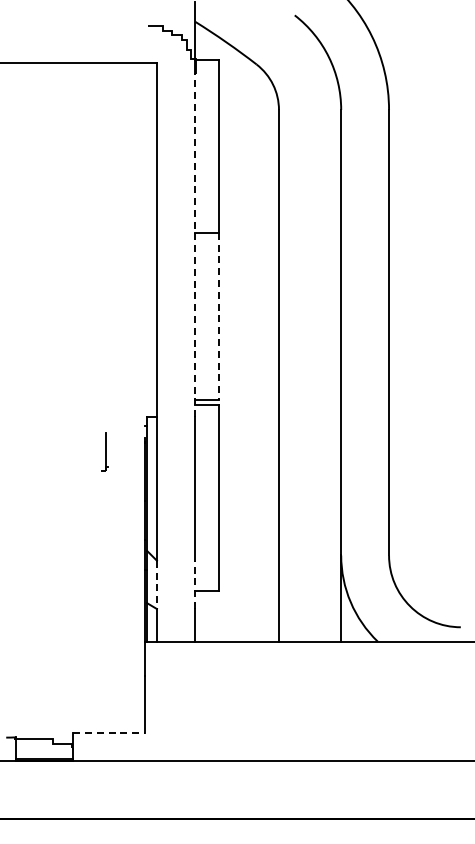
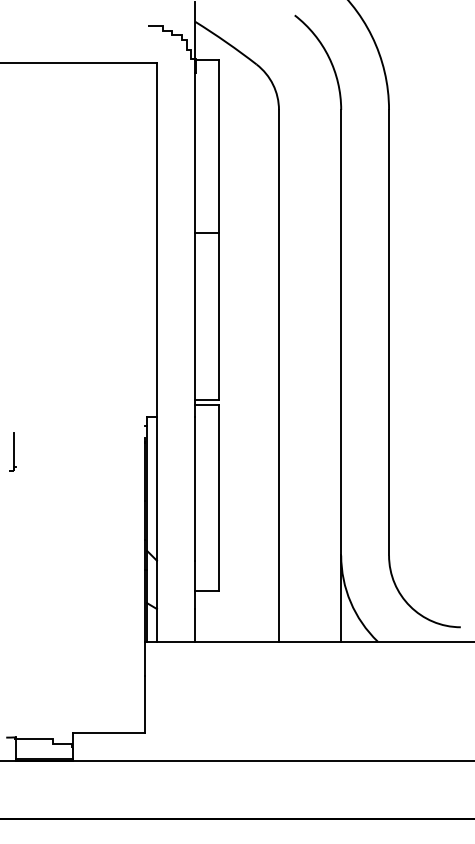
line at (195, 244): dashed -> solid
line at (219, 316): dashed -> solid
part at (104, 451) position: (104, 451) -> (12, 451)
line at (195, 584): dashed -> solid
line at (156, 585): dashed -> solid
line at (109, 732): dashed -> solid
